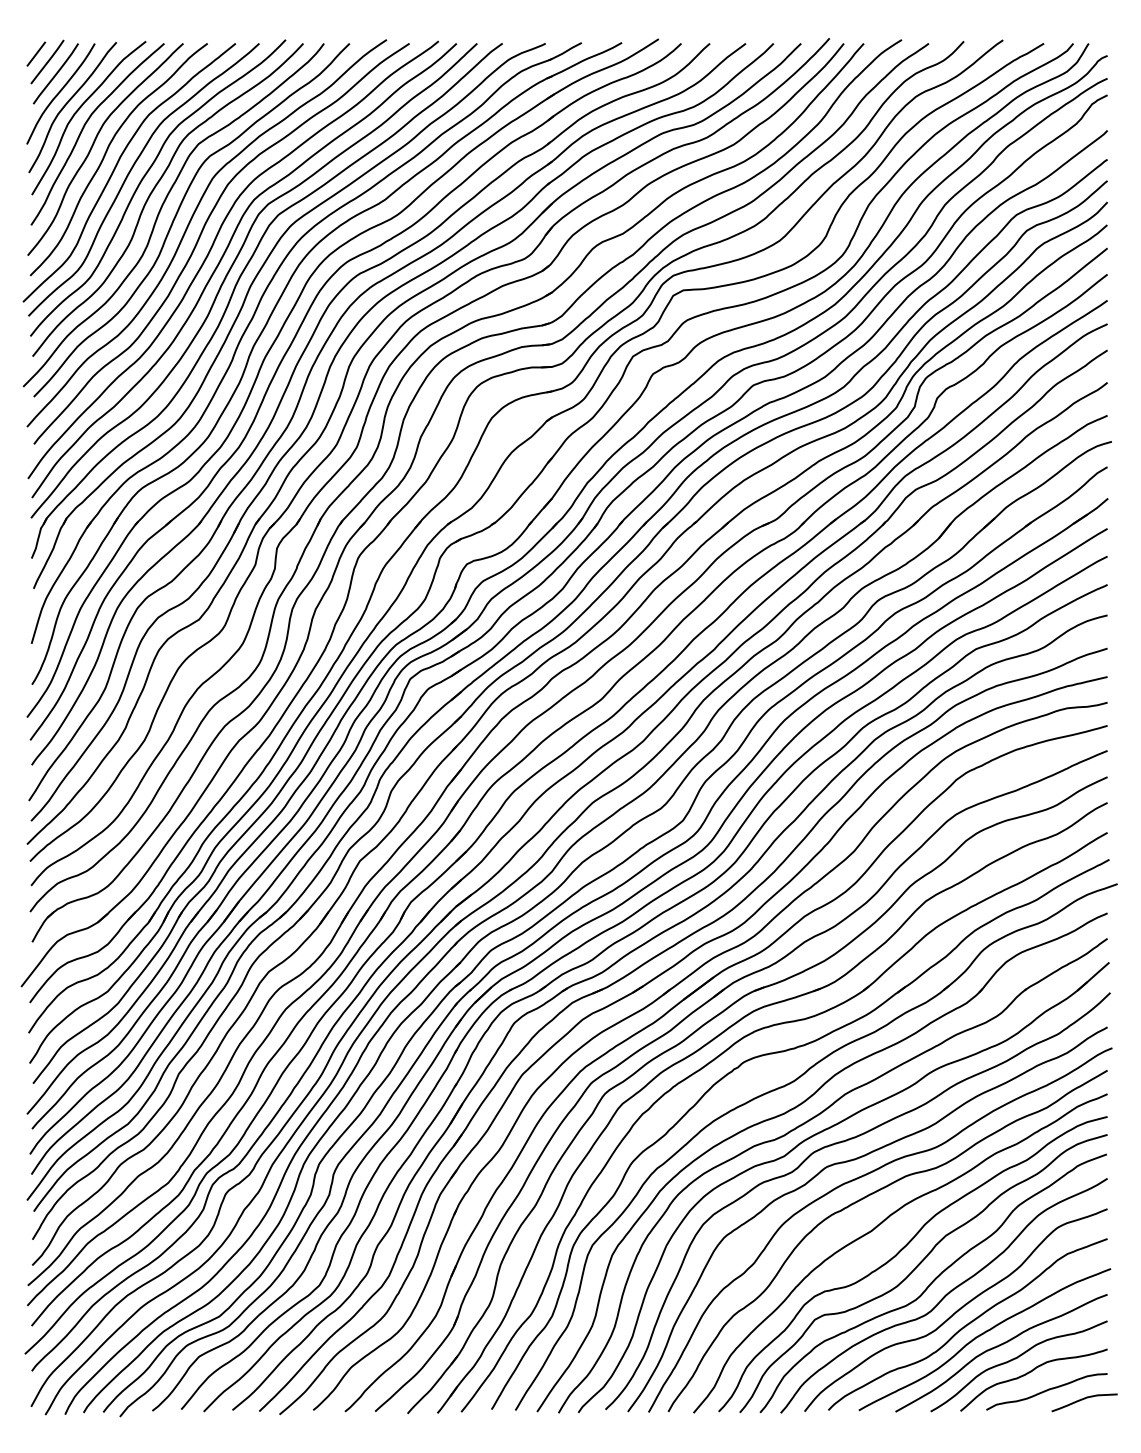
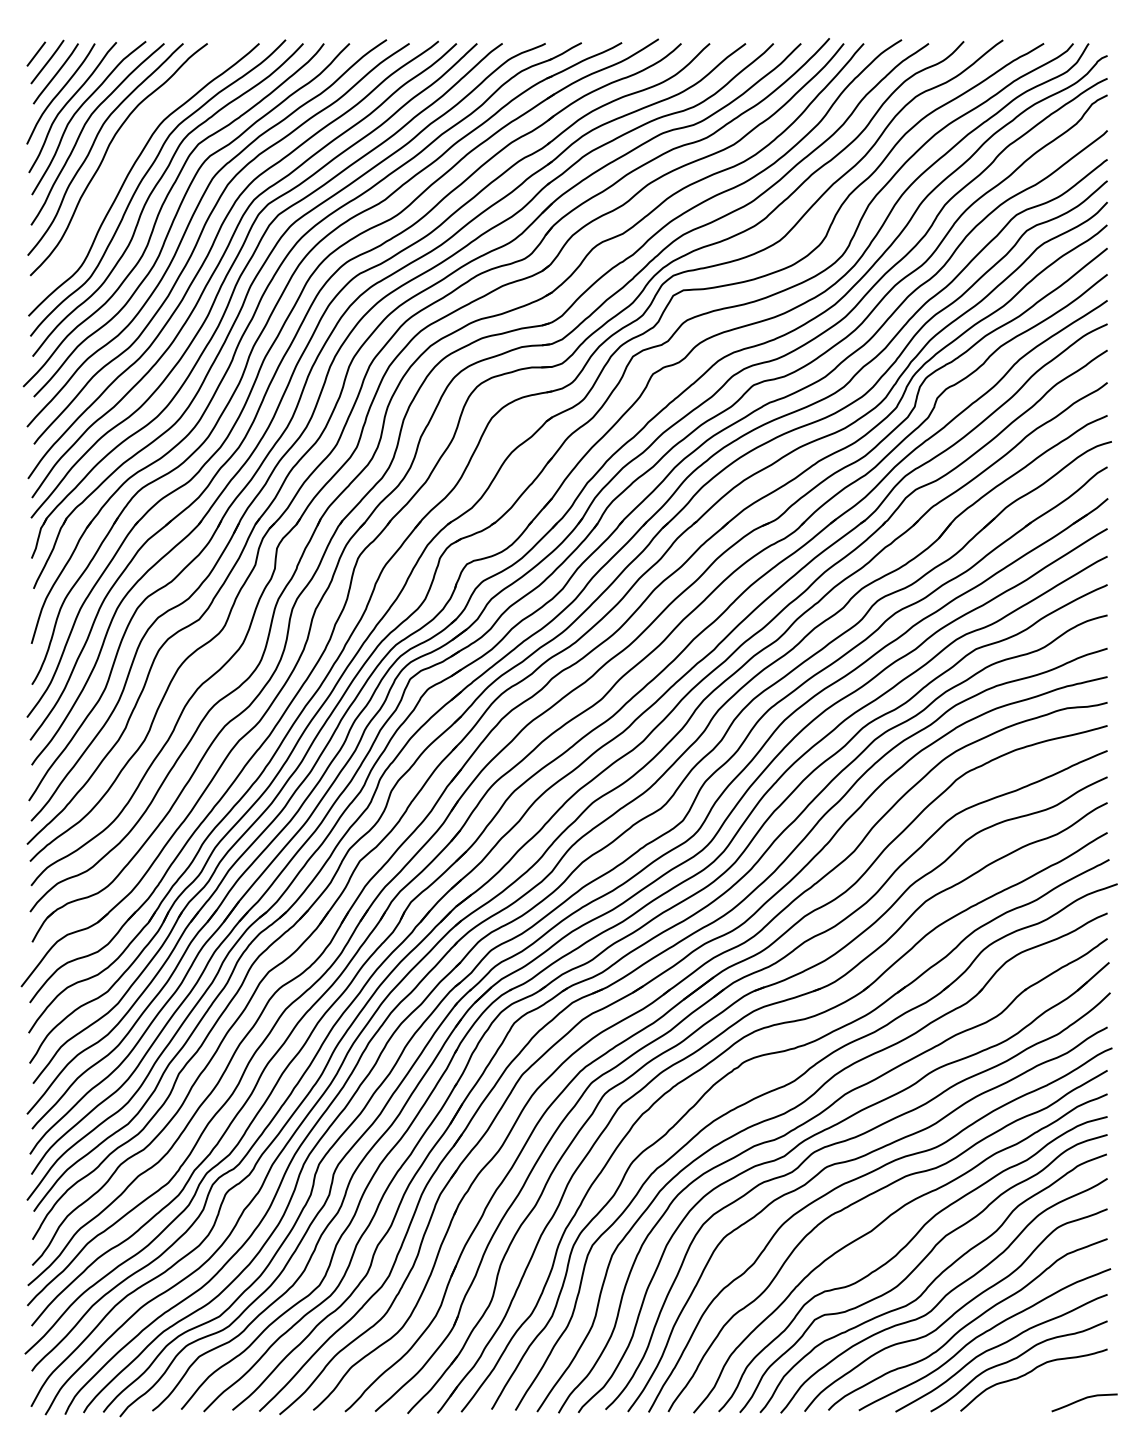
curve at (117, 165): present -> none
curve at (1046, 1391): present -> none
